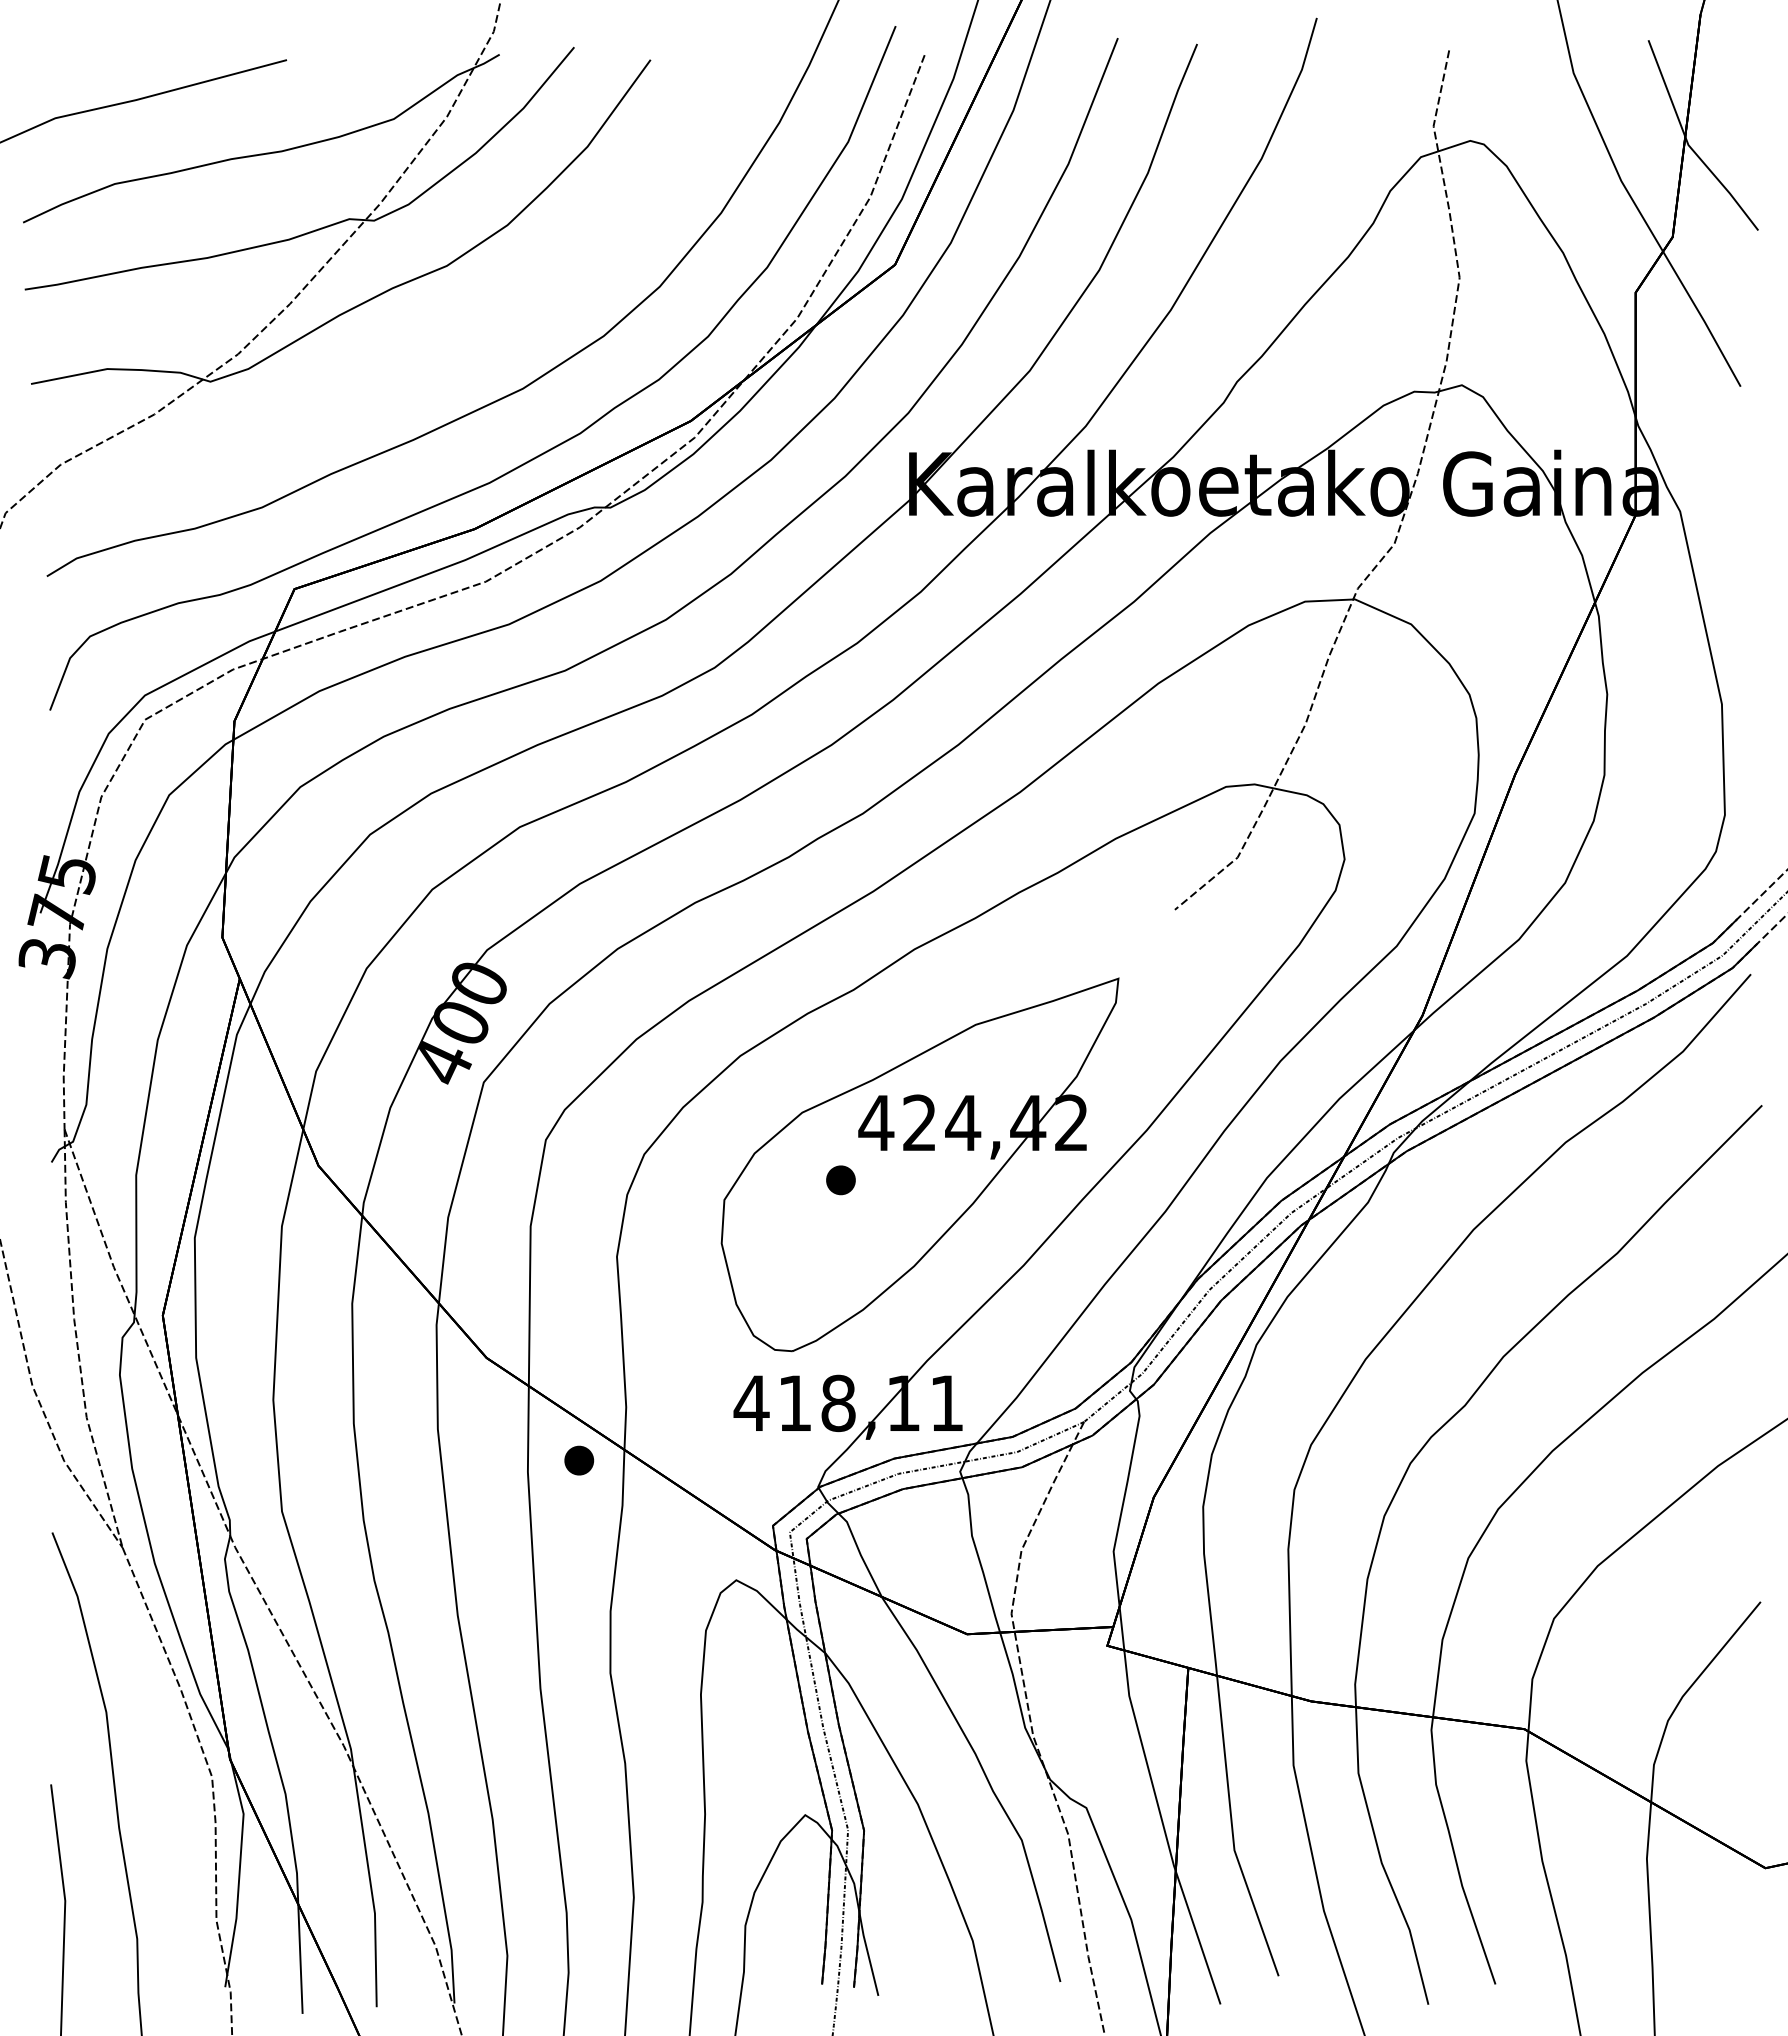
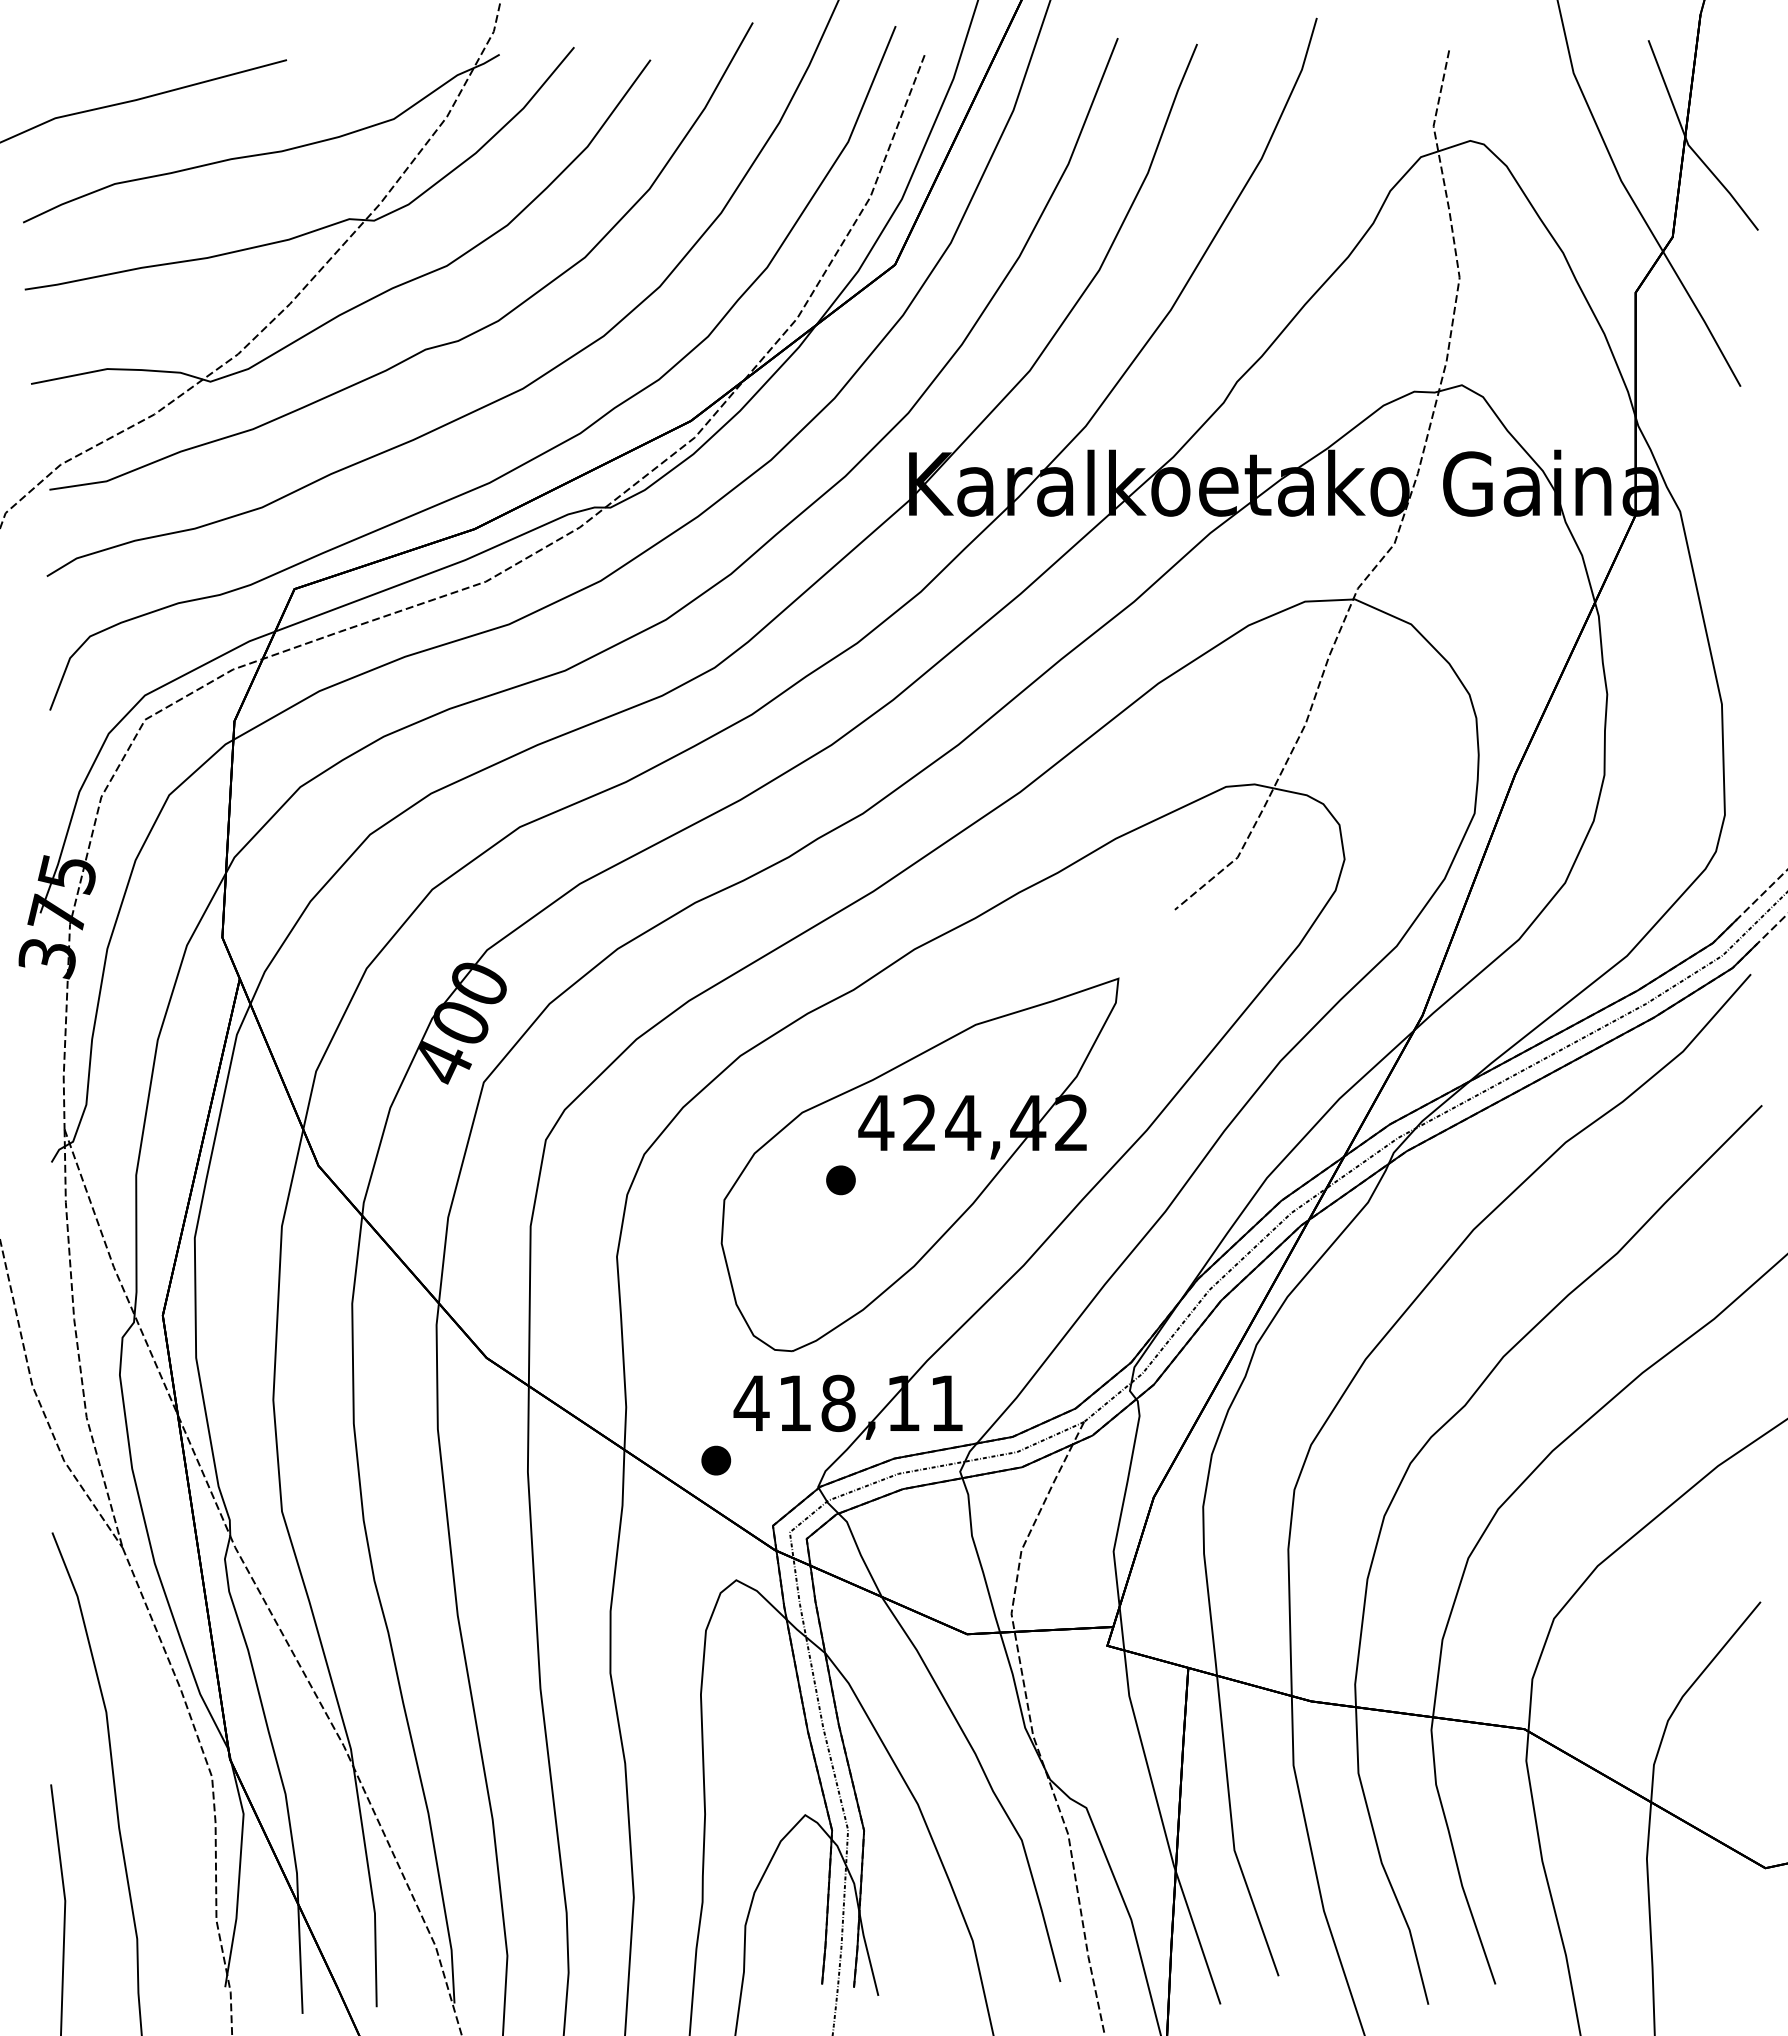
curve at (428, 347): none -> present
part at (579, 1460) position: (579, 1460) -> (716, 1460)
